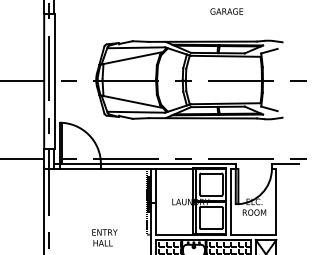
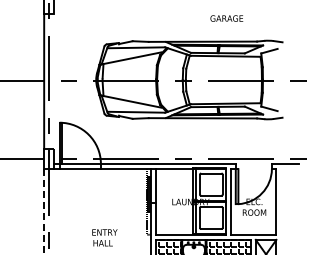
text at (226, 11) position: (226, 11) -> (226, 18)
line at (54, 81): present -> none
line at (44, 211): solid -> dashed
